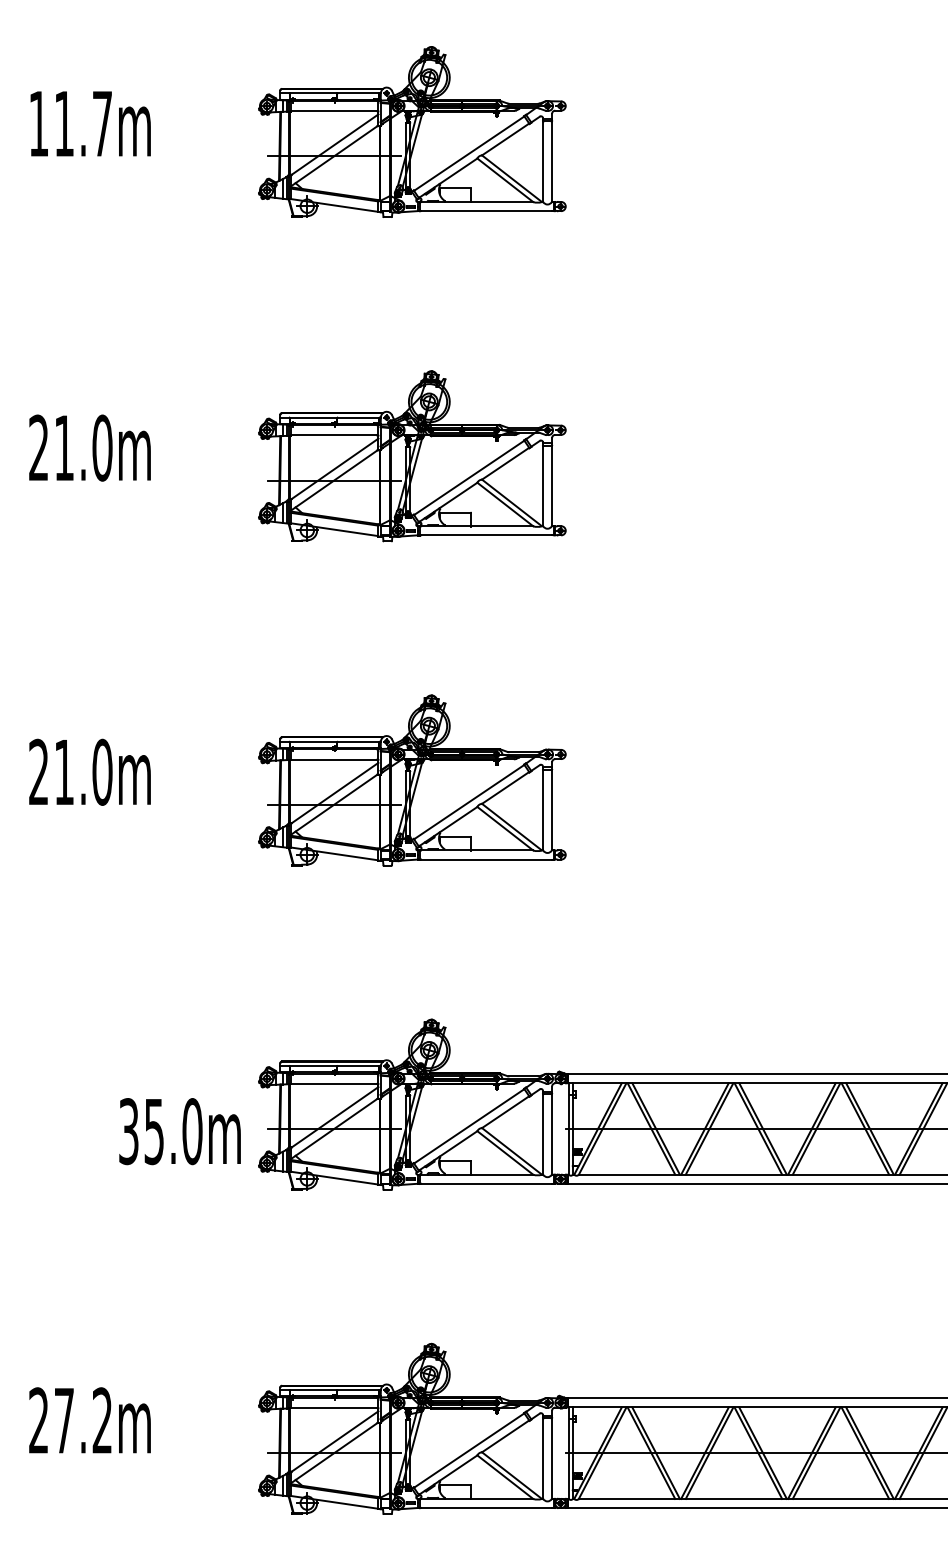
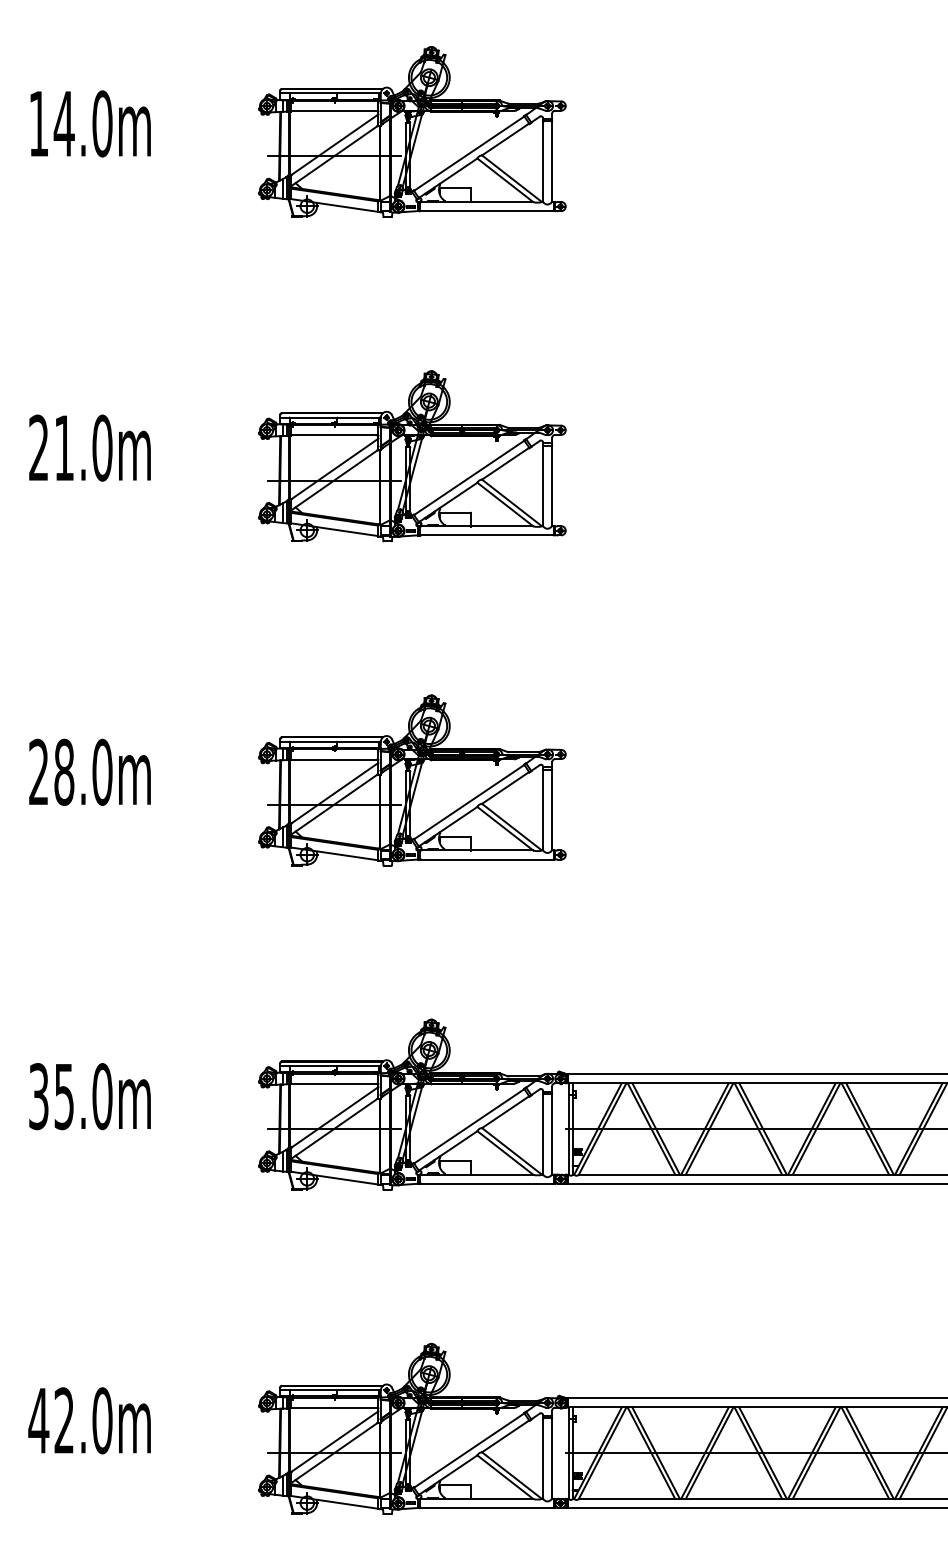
text at (82, 123): 11.7m -> 14.0m
text at (64, 771): 21.0m -> 28.0m
text at (179, 1131) position: (179, 1131) -> (89, 1096)
text at (70, 1420): 27.2m -> 42.0m
